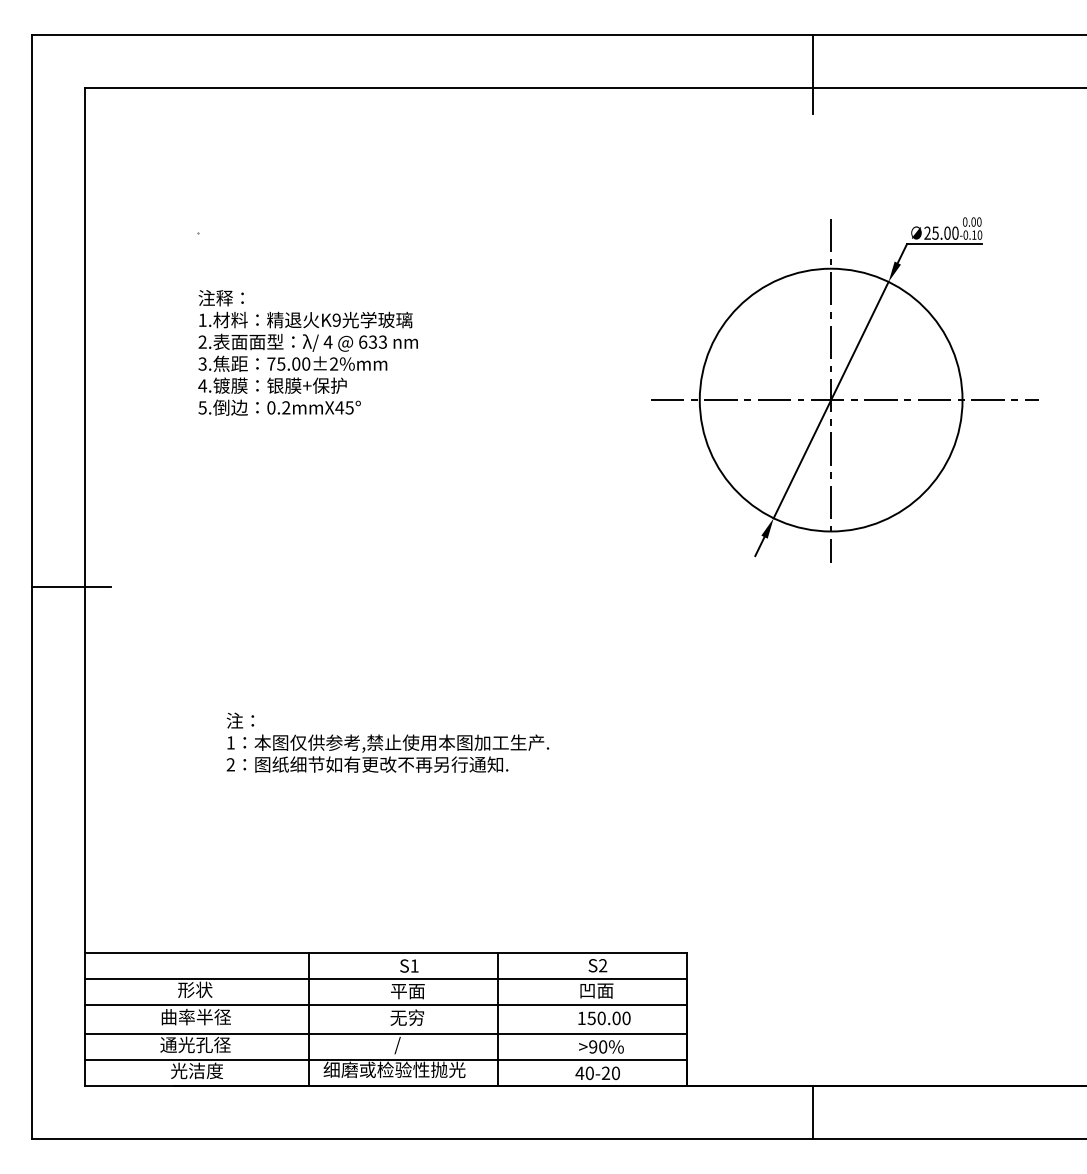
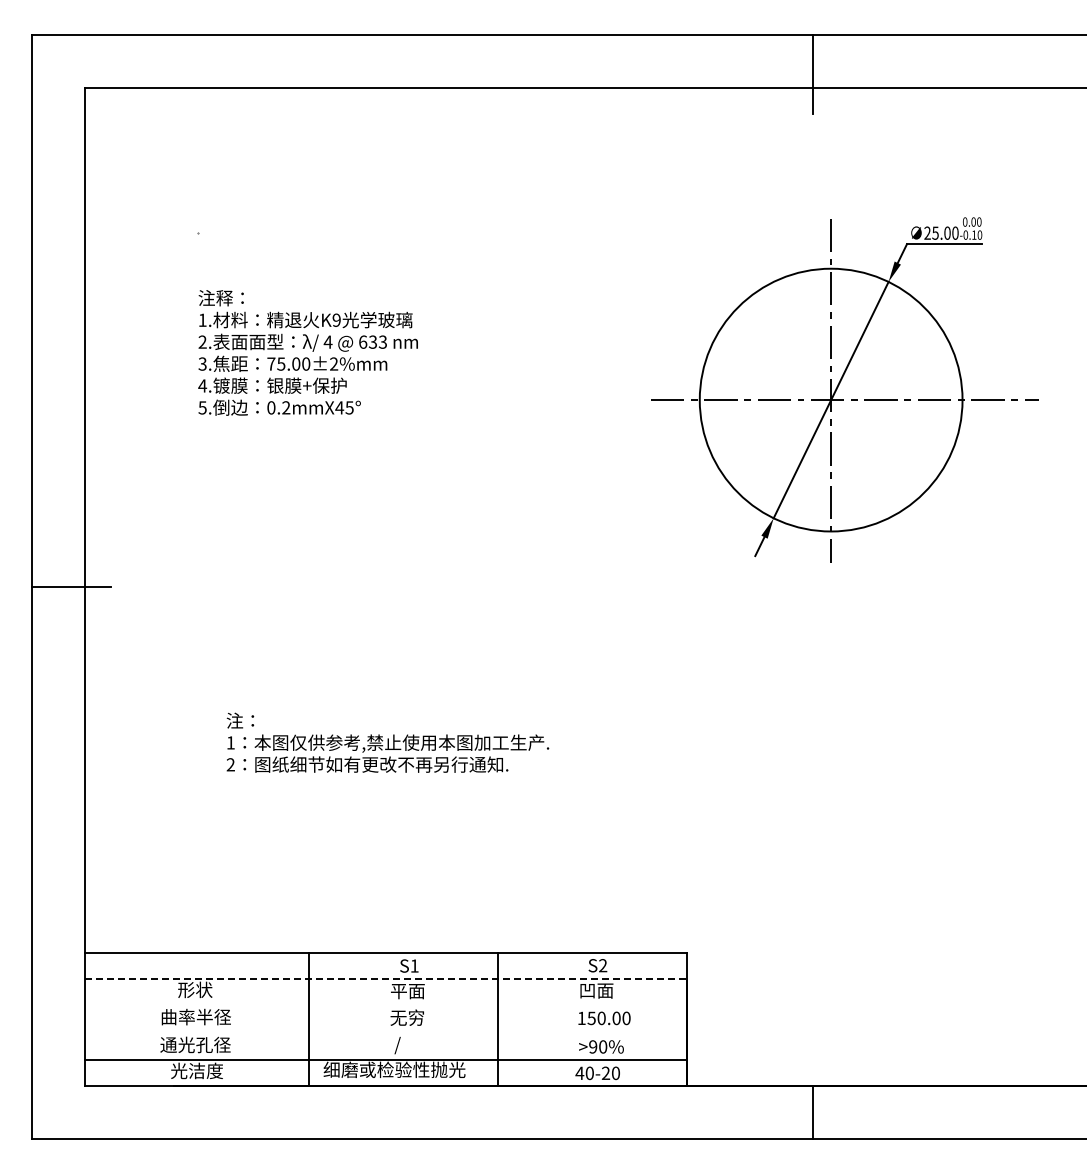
line at (386, 979): solid -> dashed
line at (386, 1005): present -> none
line at (386, 1033): present -> none
